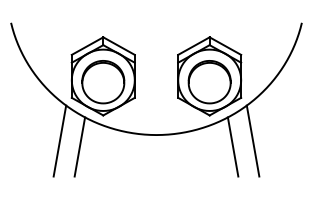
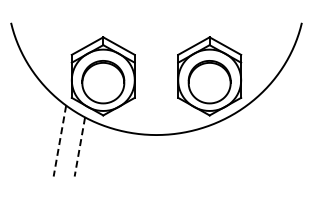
line at (252, 140): present -> none
line at (59, 141): solid -> dashed
line at (79, 146): solid -> dashed
line at (232, 146): present -> none
